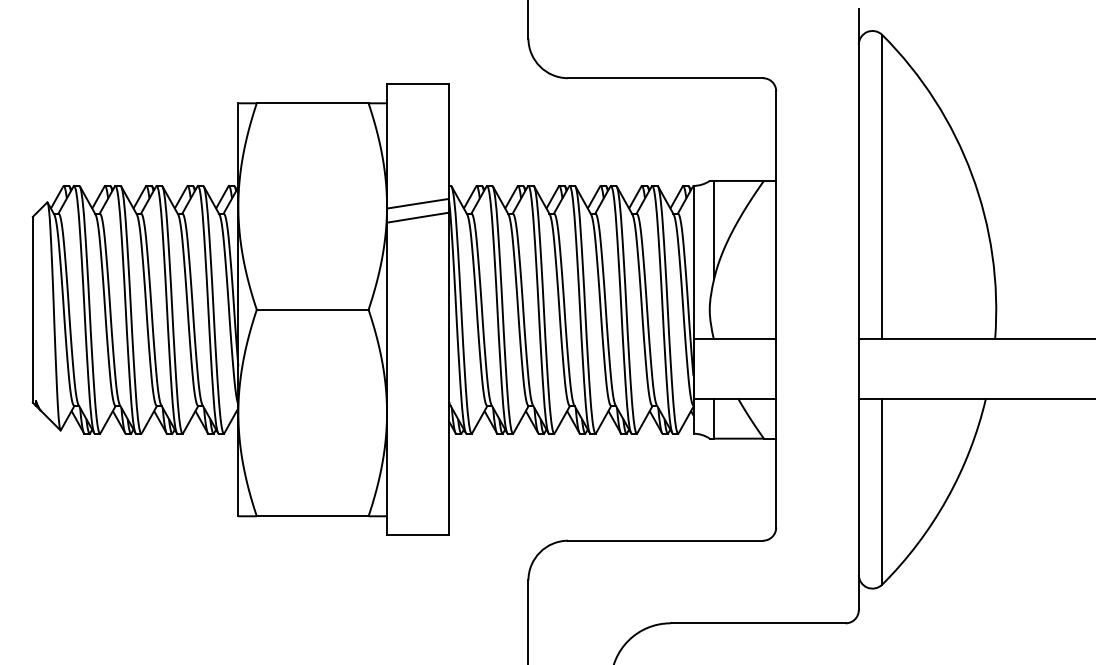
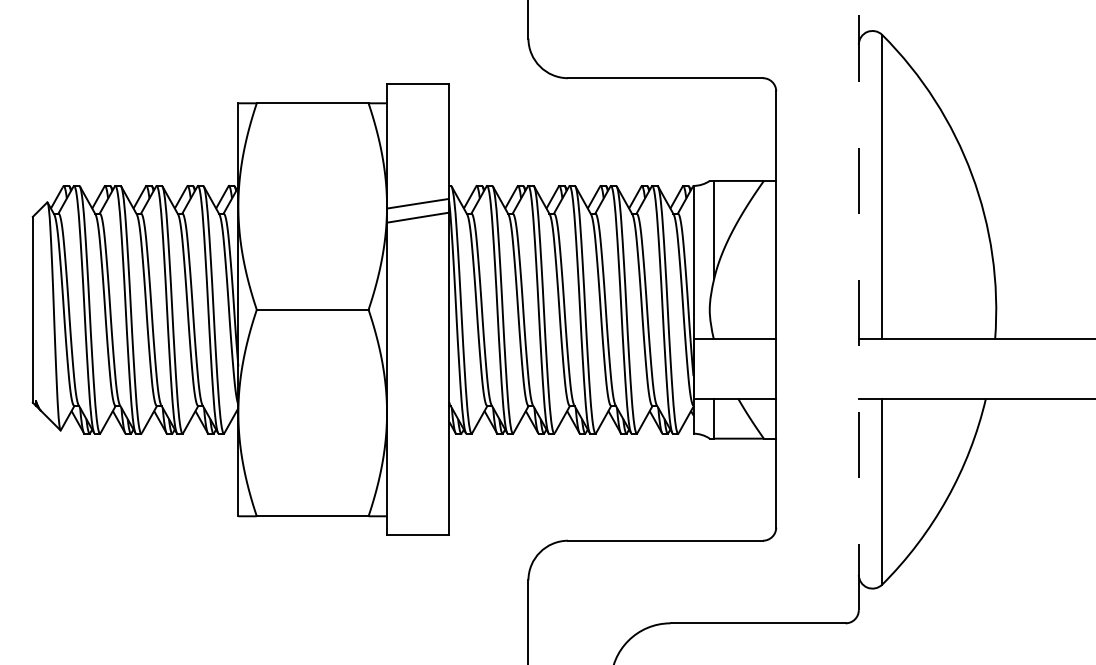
line at (858, 309): solid -> dashed
